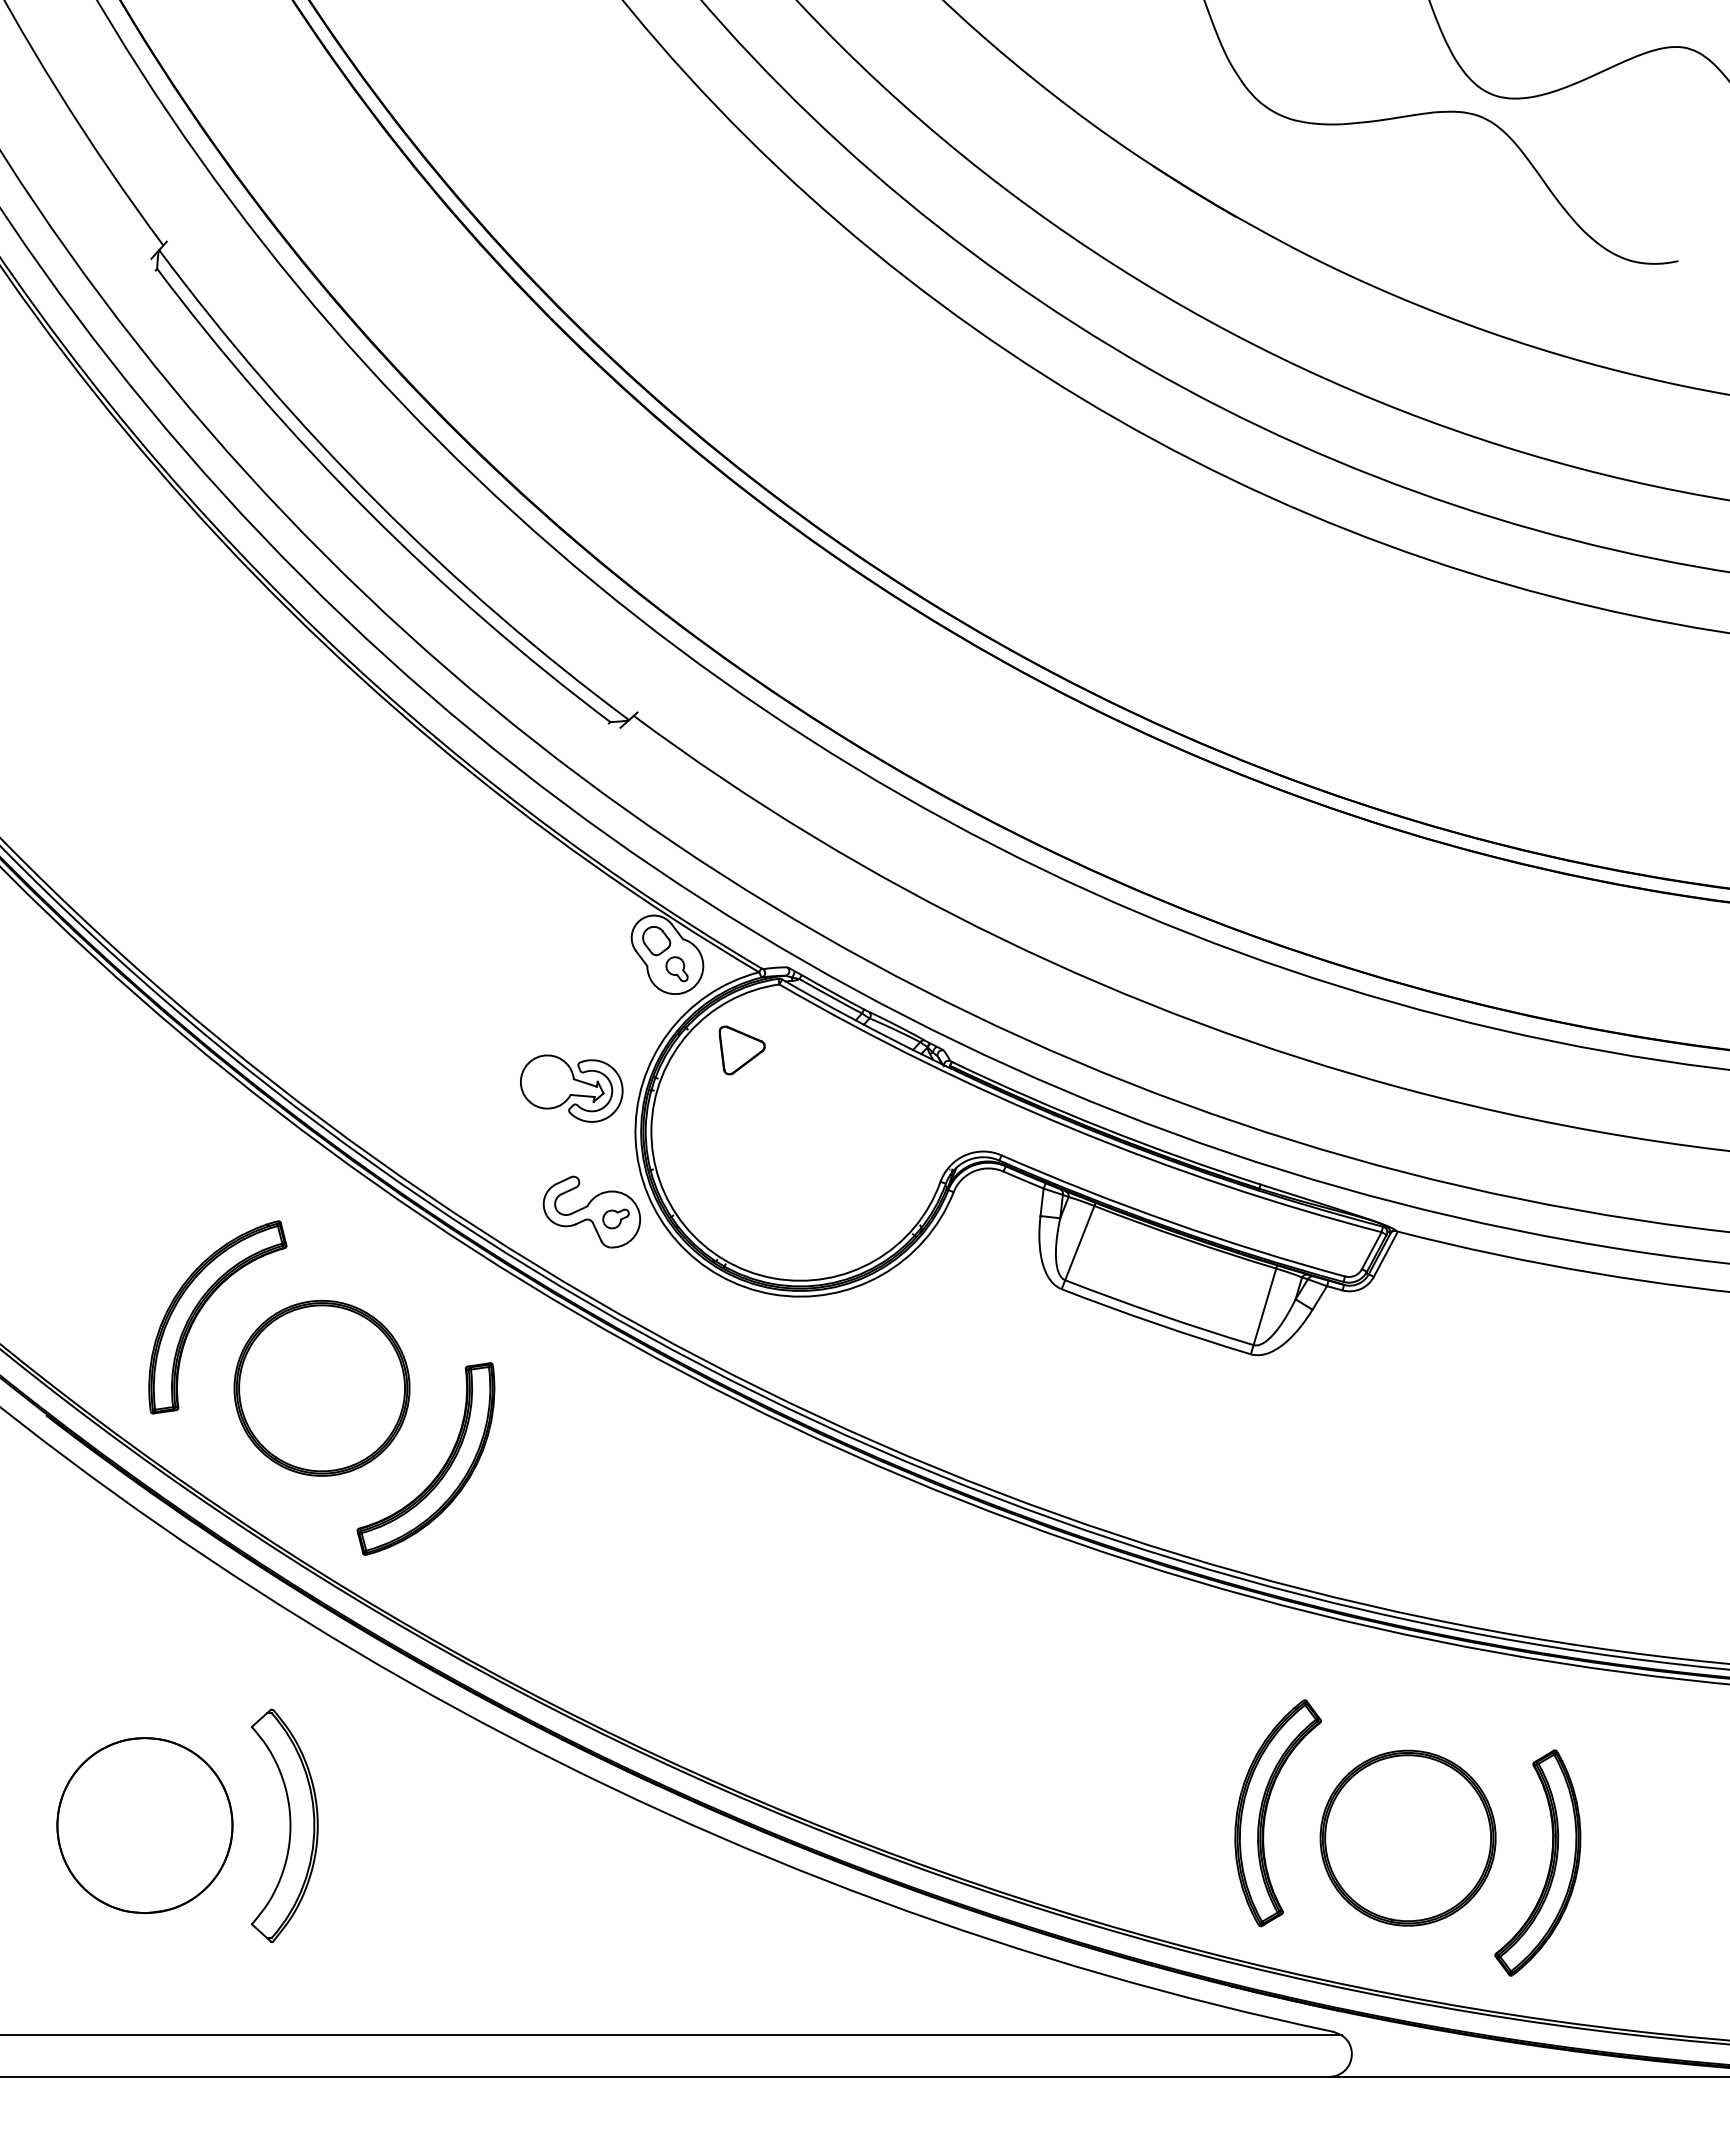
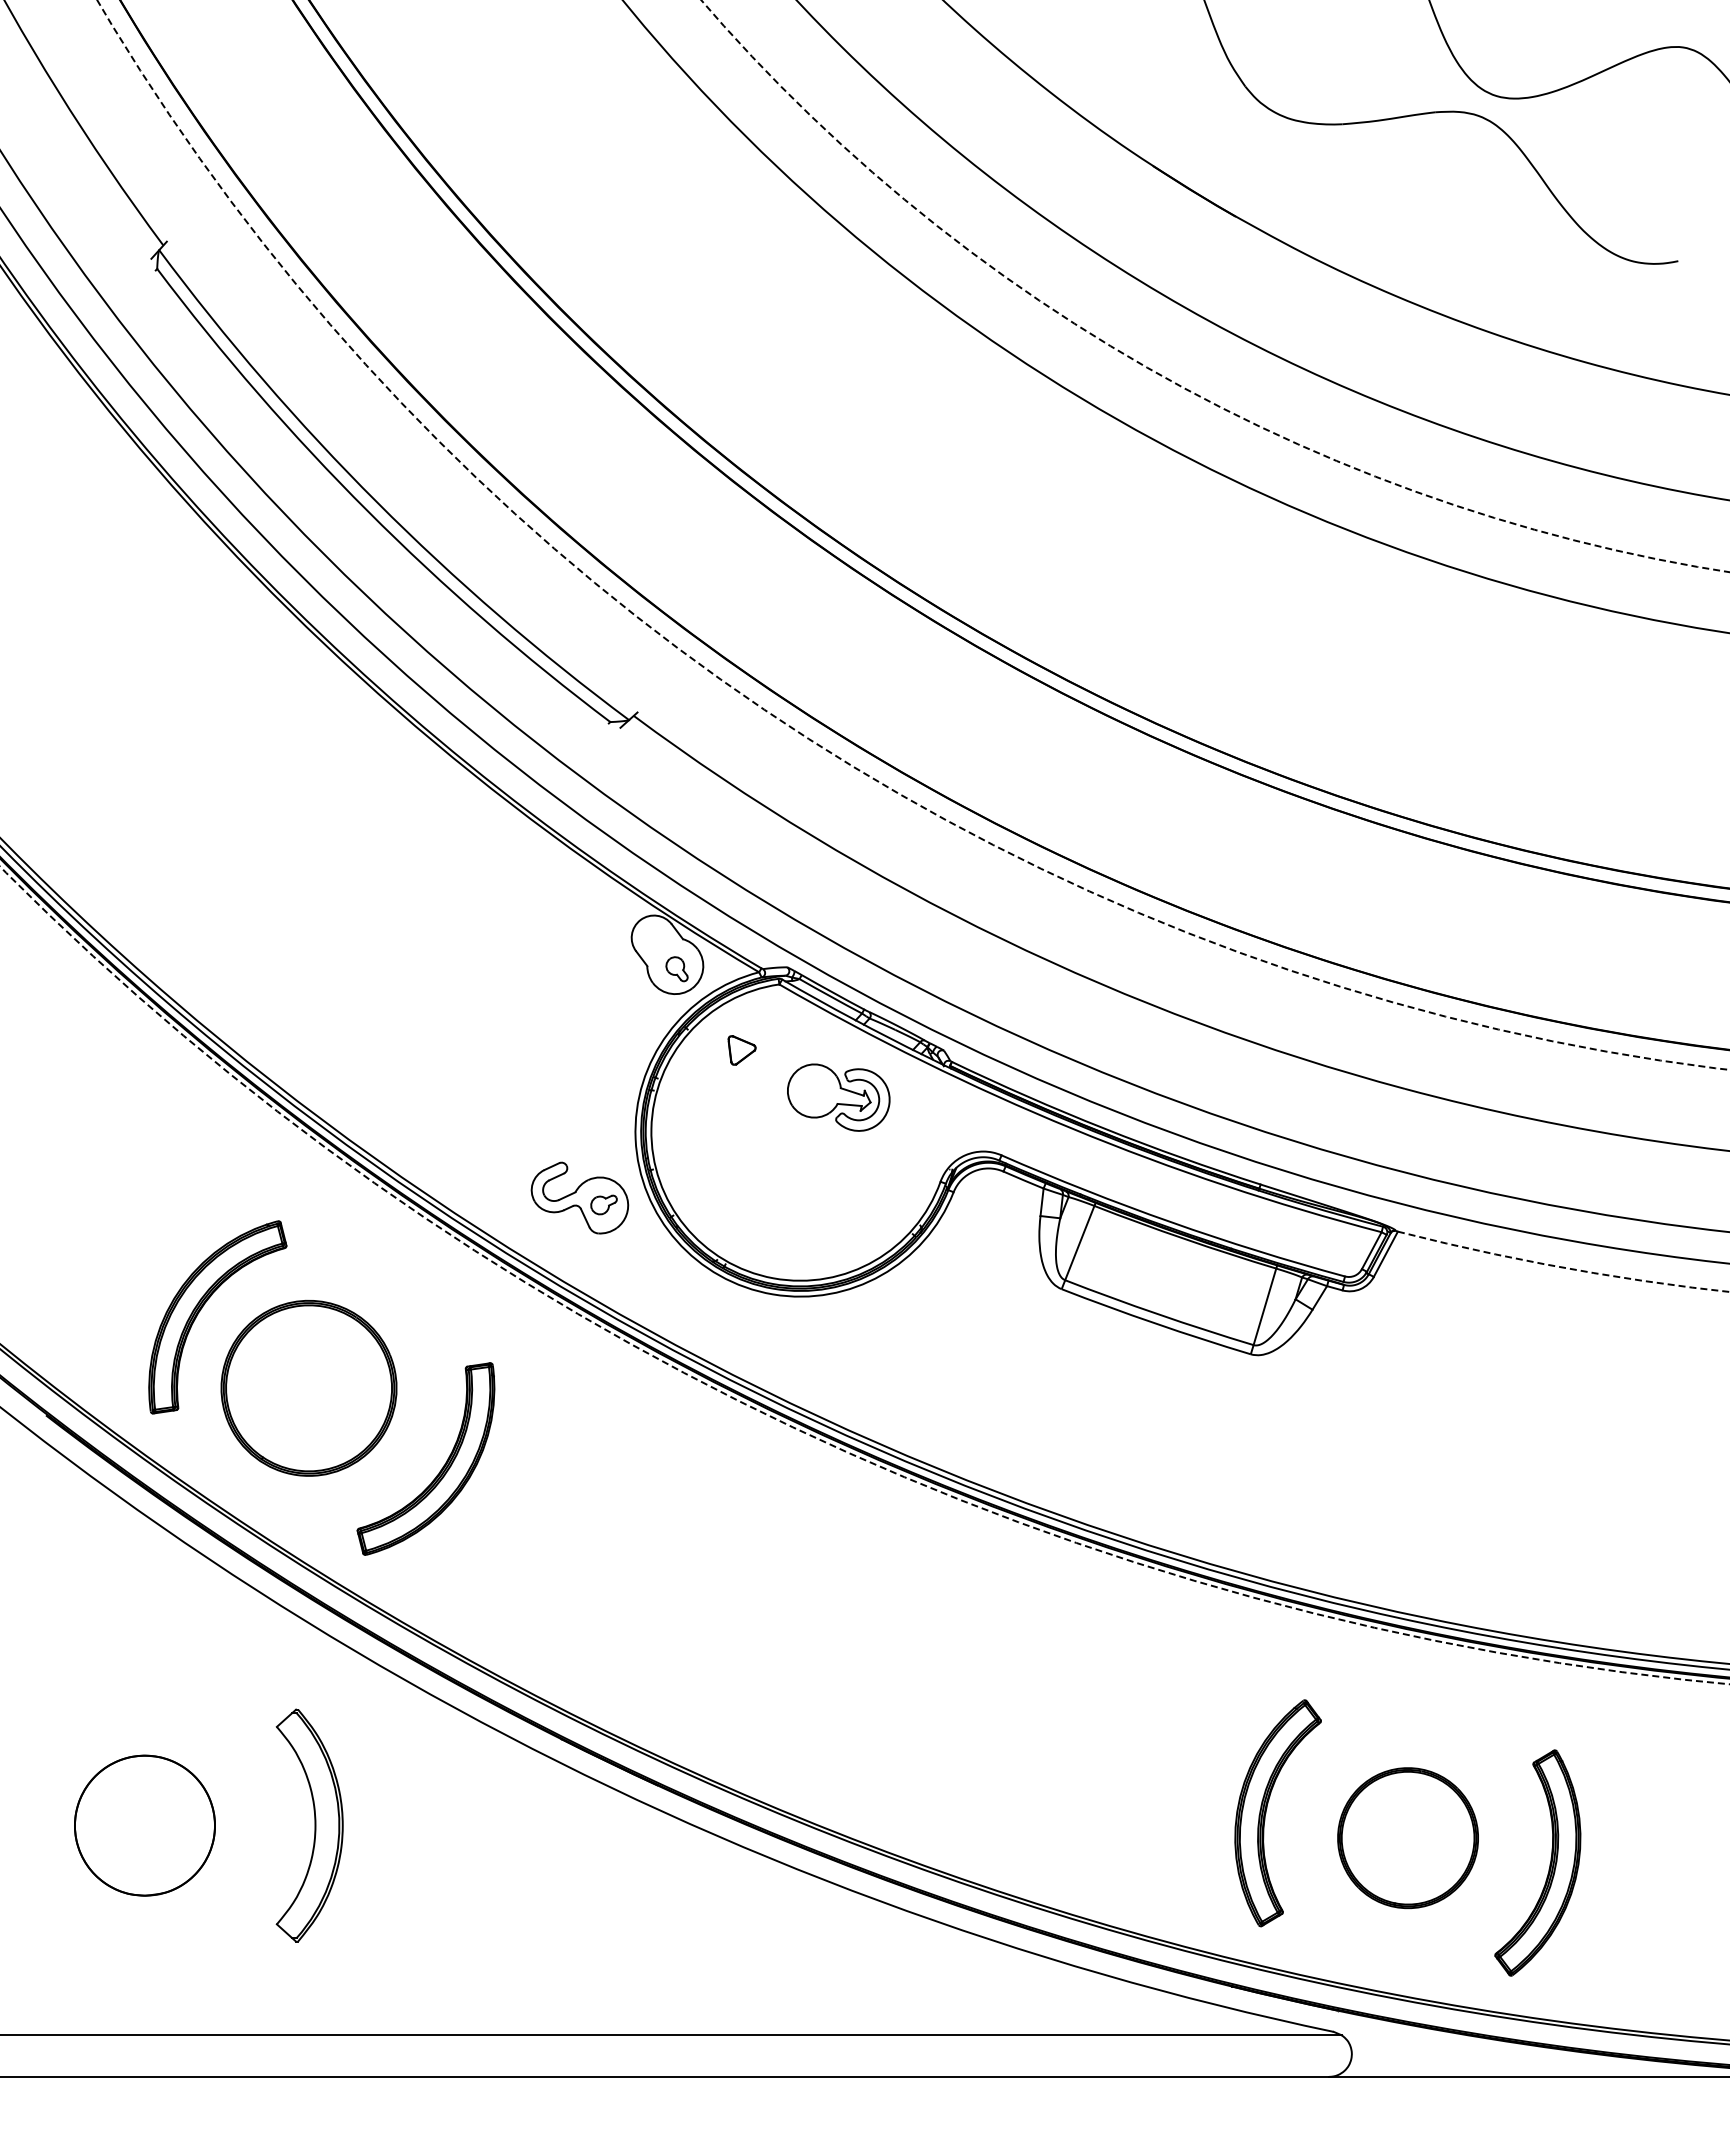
arc at (1165, 377): solid -> dashed
arc at (797, 731): solid -> dashed
part at (656, 941): present -> none
part at (741, 1050) size: 48x51 px -> 30x31 px
part at (571, 1088) position: (571, 1088) -> (838, 1097)
part at (591, 1211) position: (591, 1211) -> (579, 1197)
arc at (1562, 1267): solid -> dashed
part at (321, 1387) position: (321, 1387) -> (308, 1387)
arc at (800, 1430): solid -> dashed
part at (144, 1825) size: 178x178 px -> 142x143 px
part at (284, 1825) position: (284, 1825) -> (309, 1825)
part at (1407, 1837) size: 178x178 px -> 142x143 px
